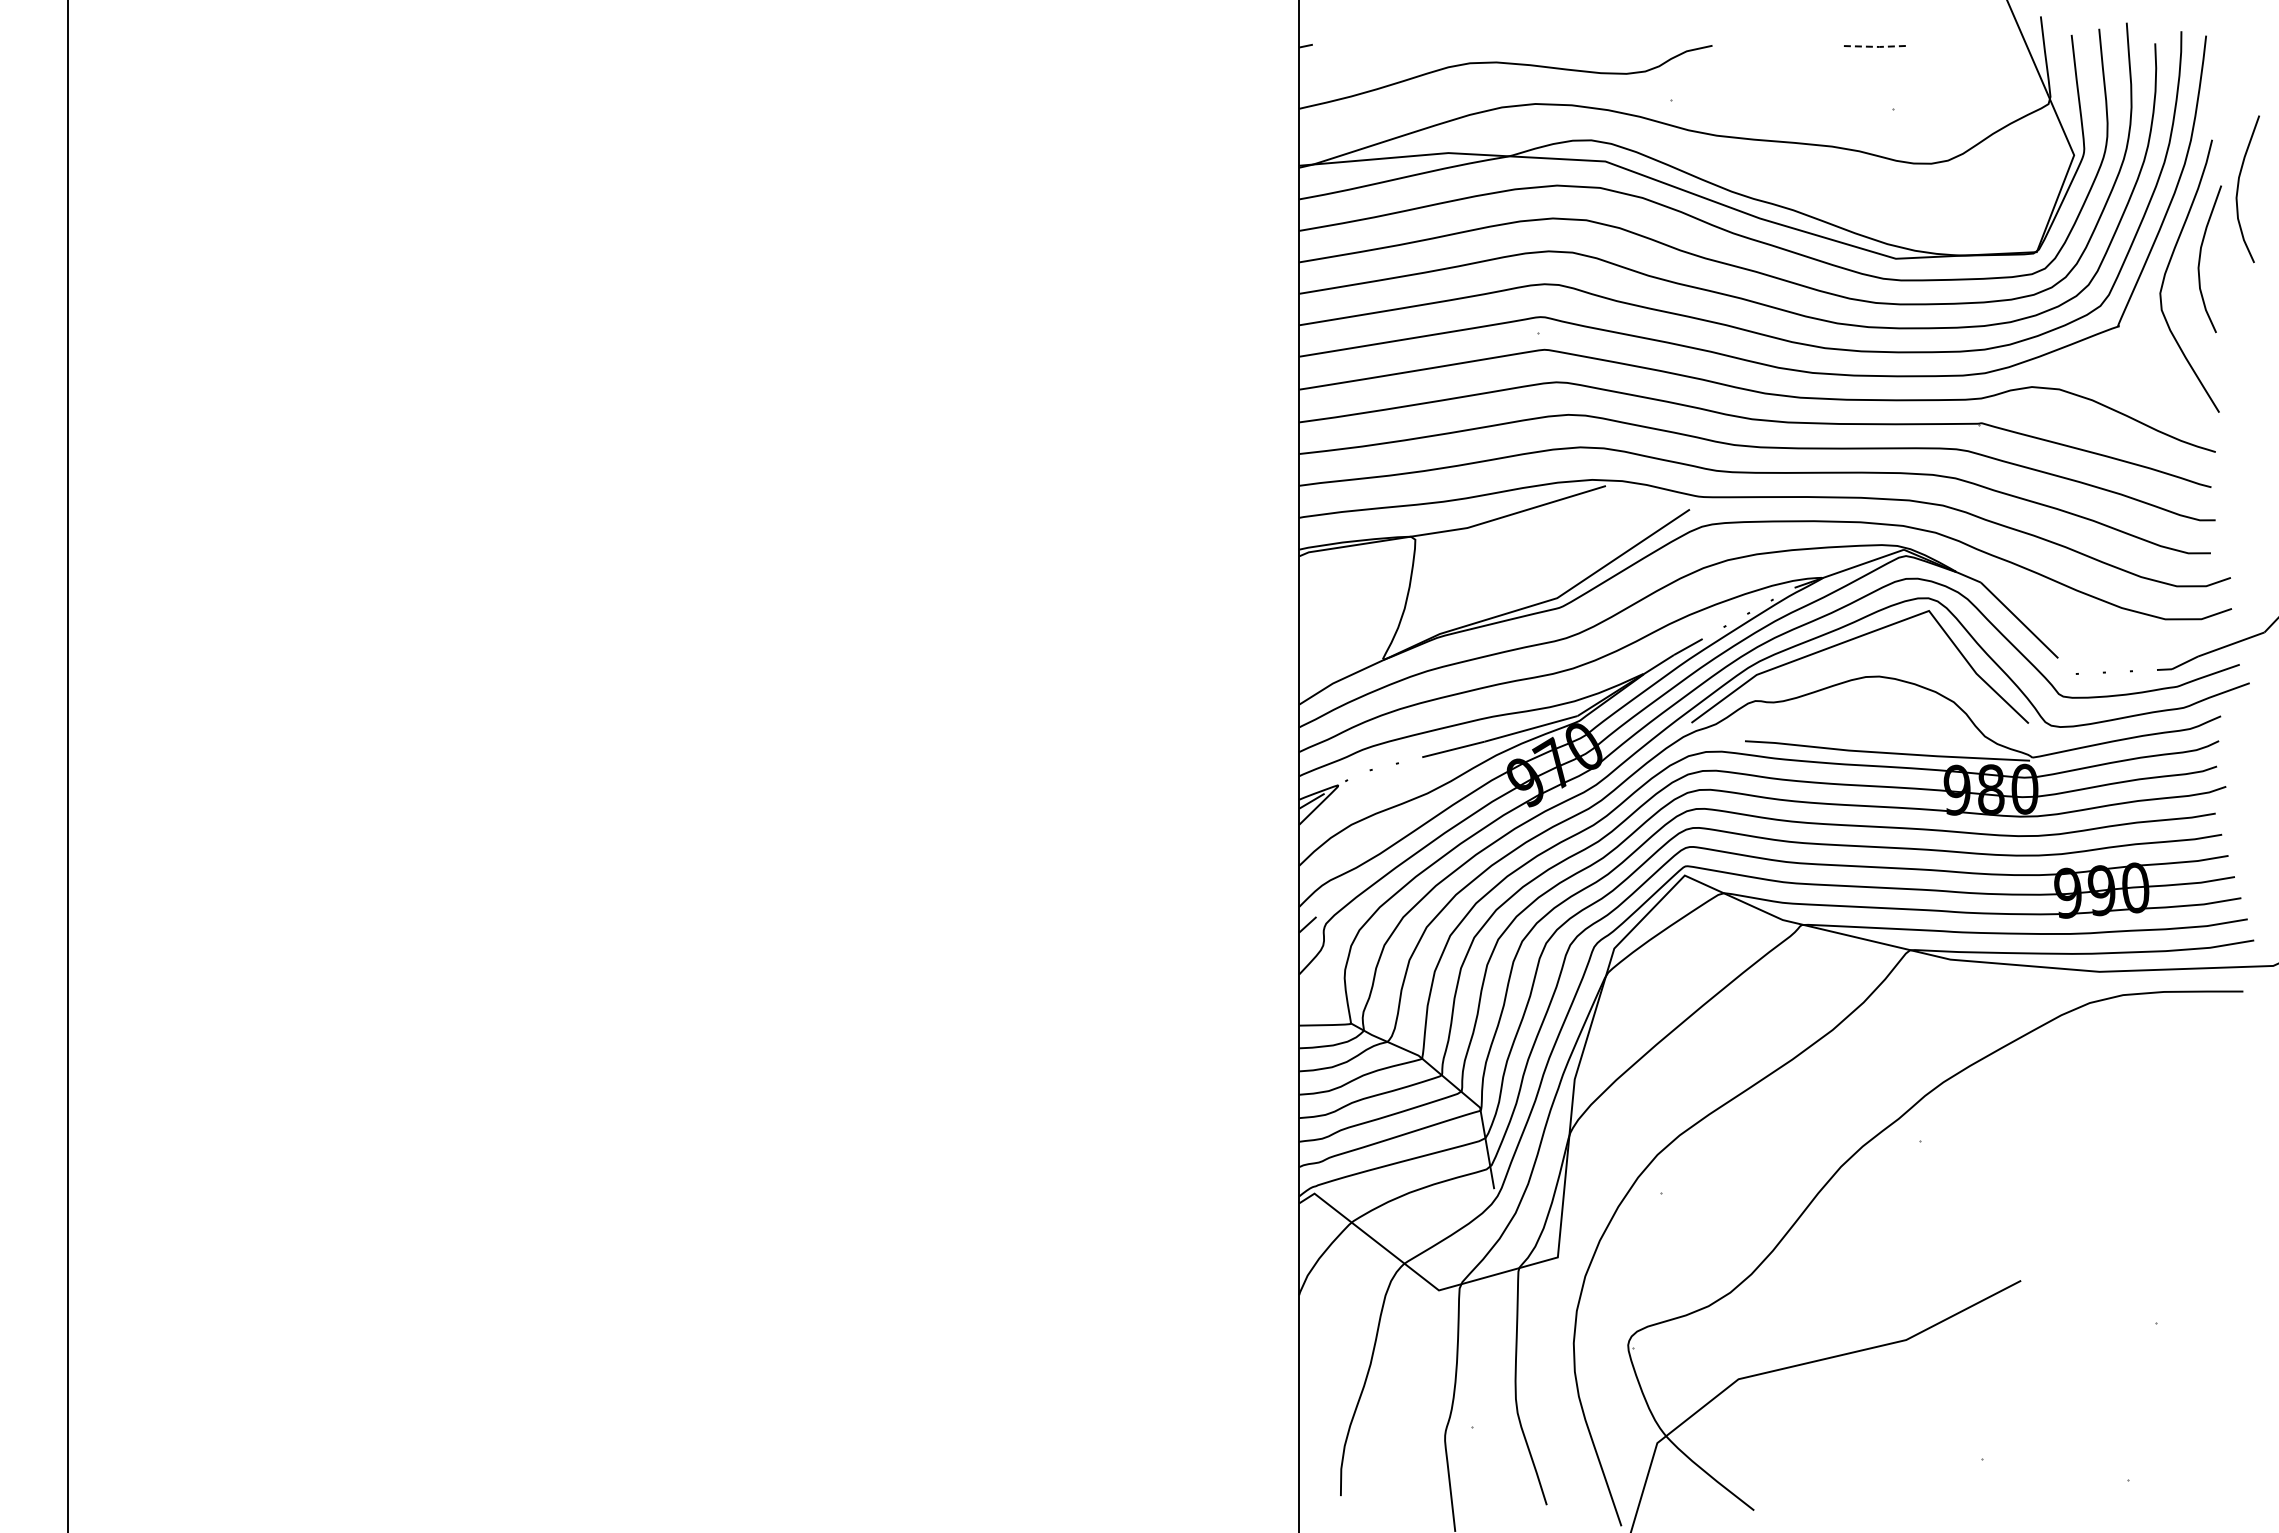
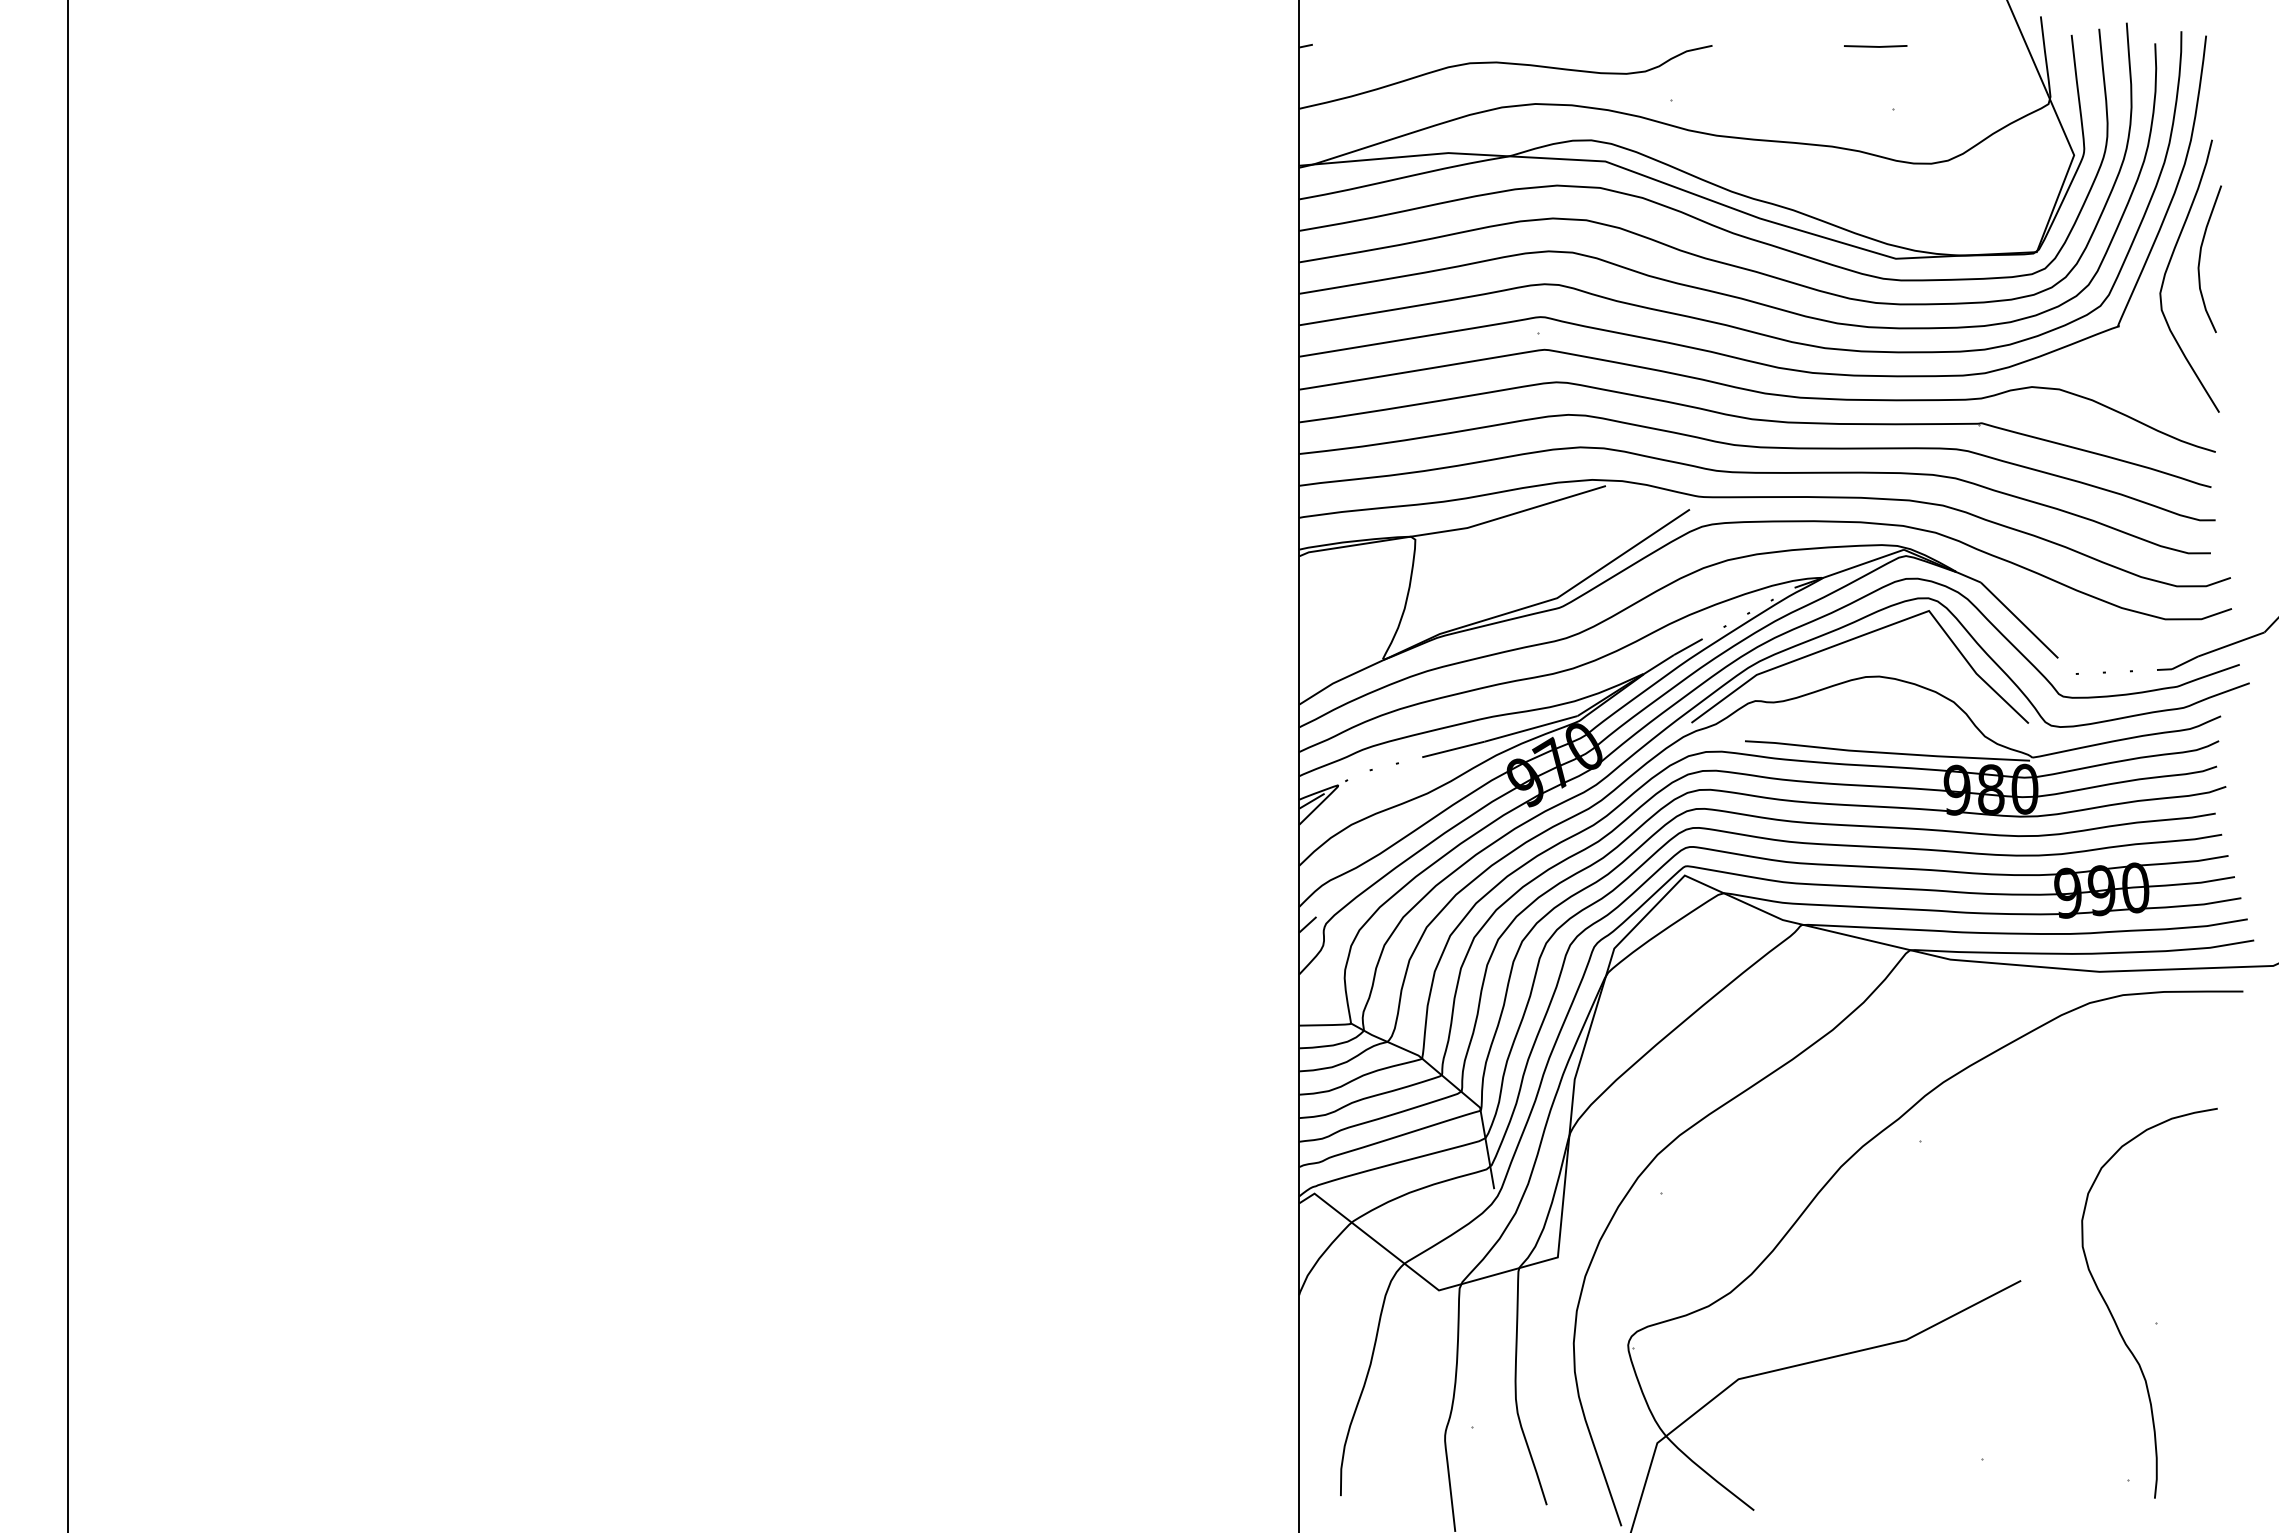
line at (1876, 46): dashed -> solid
curve at (2238, 189): present -> none
curve at (2115, 1320): none -> present
